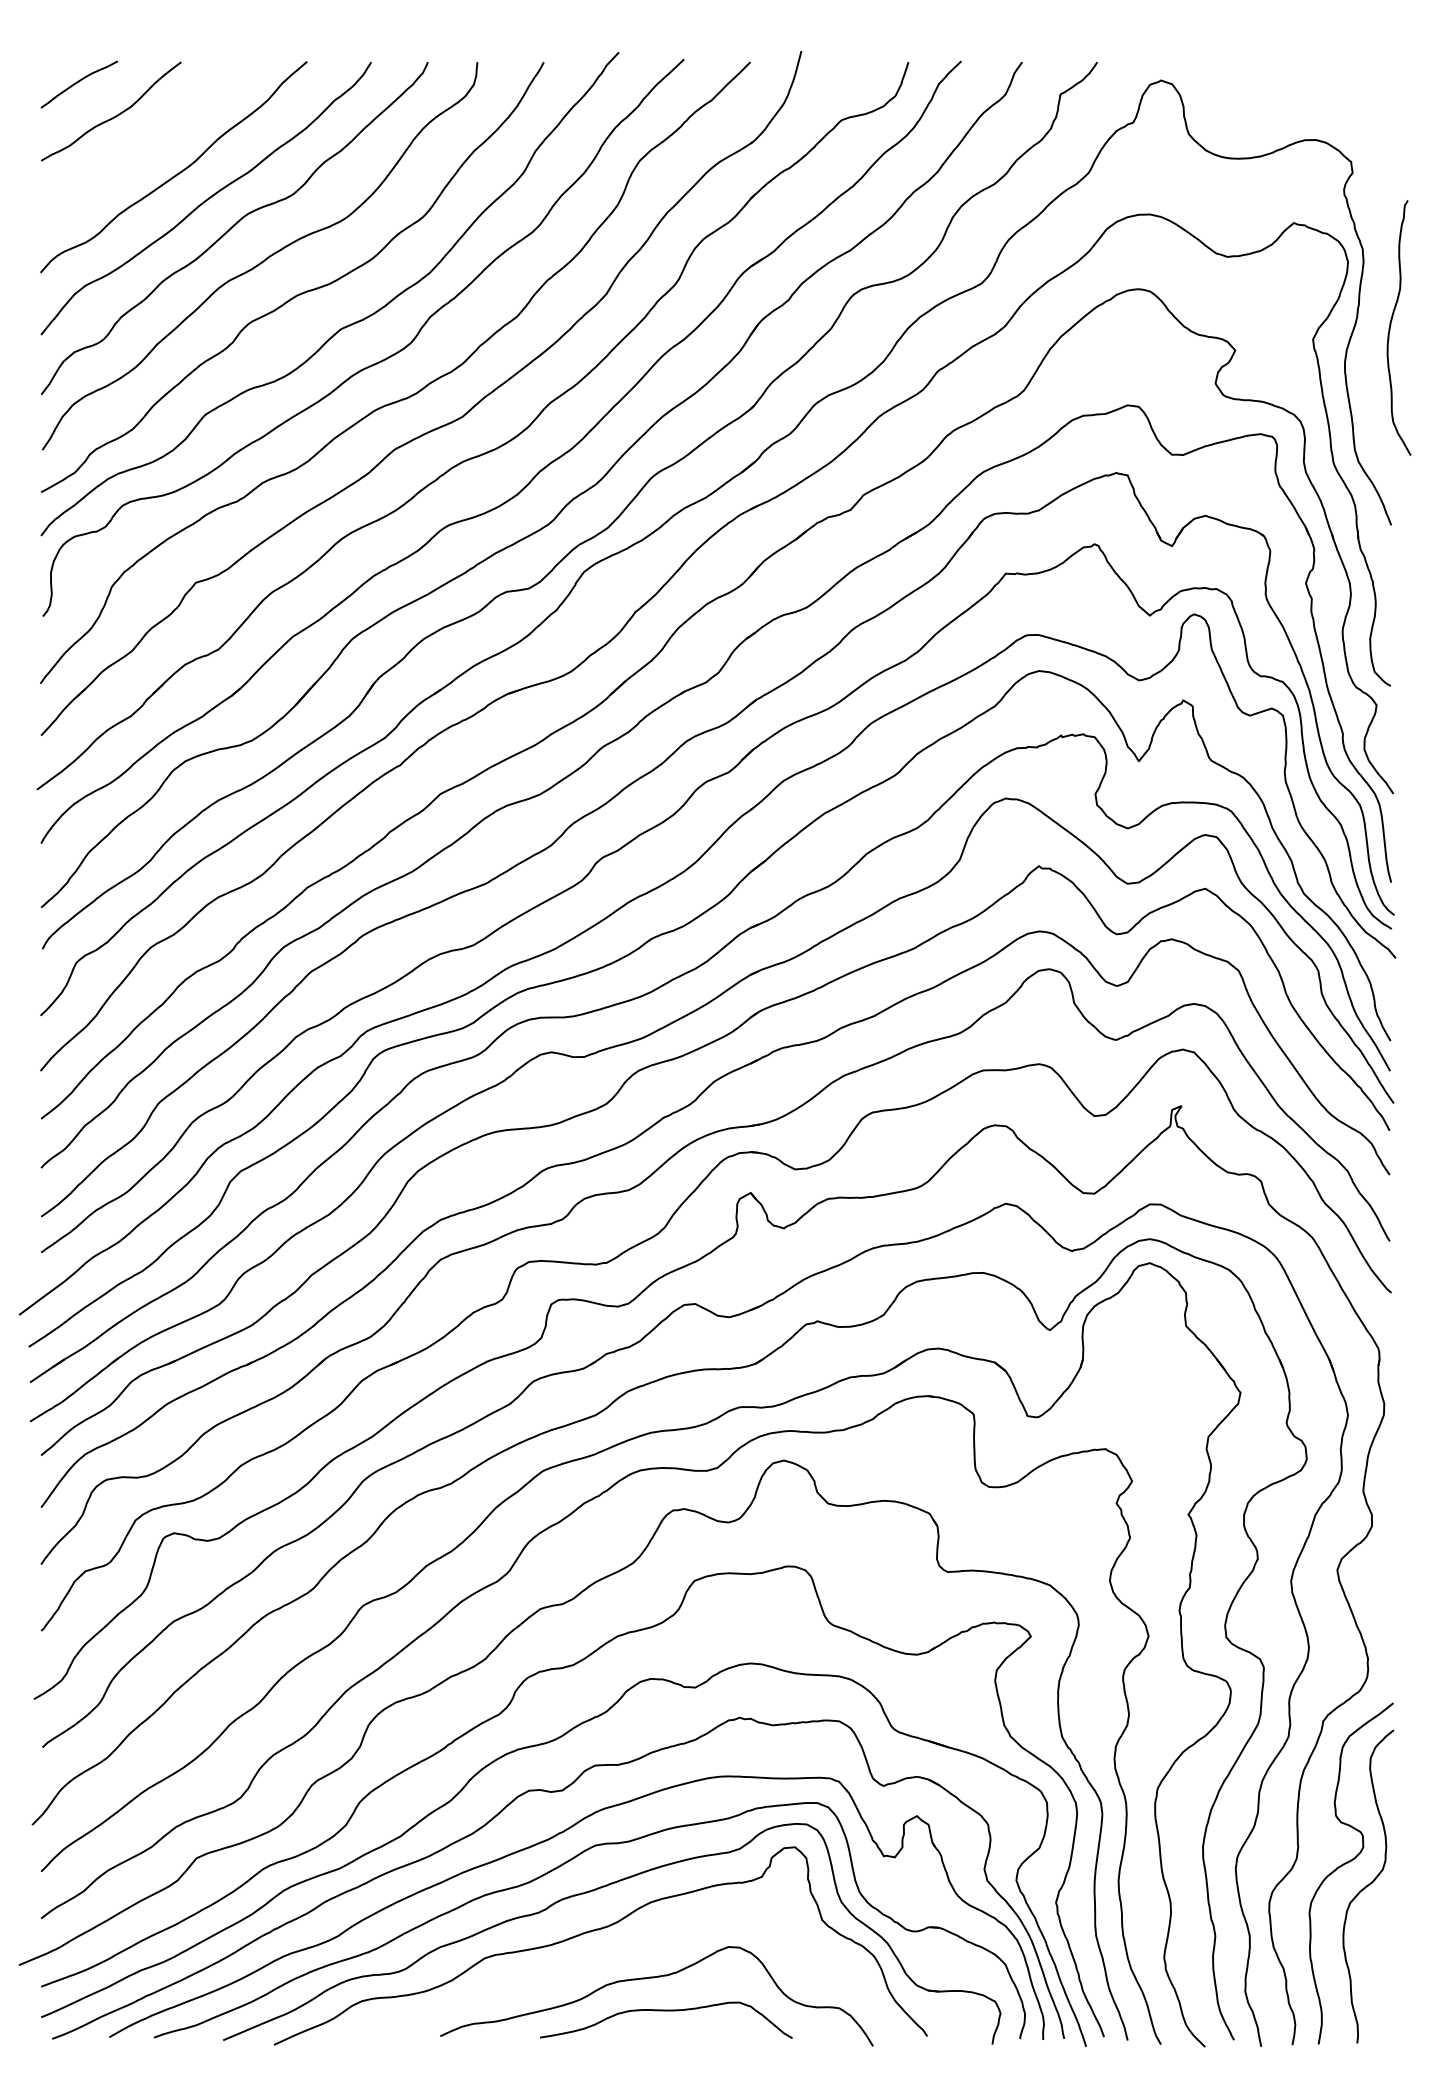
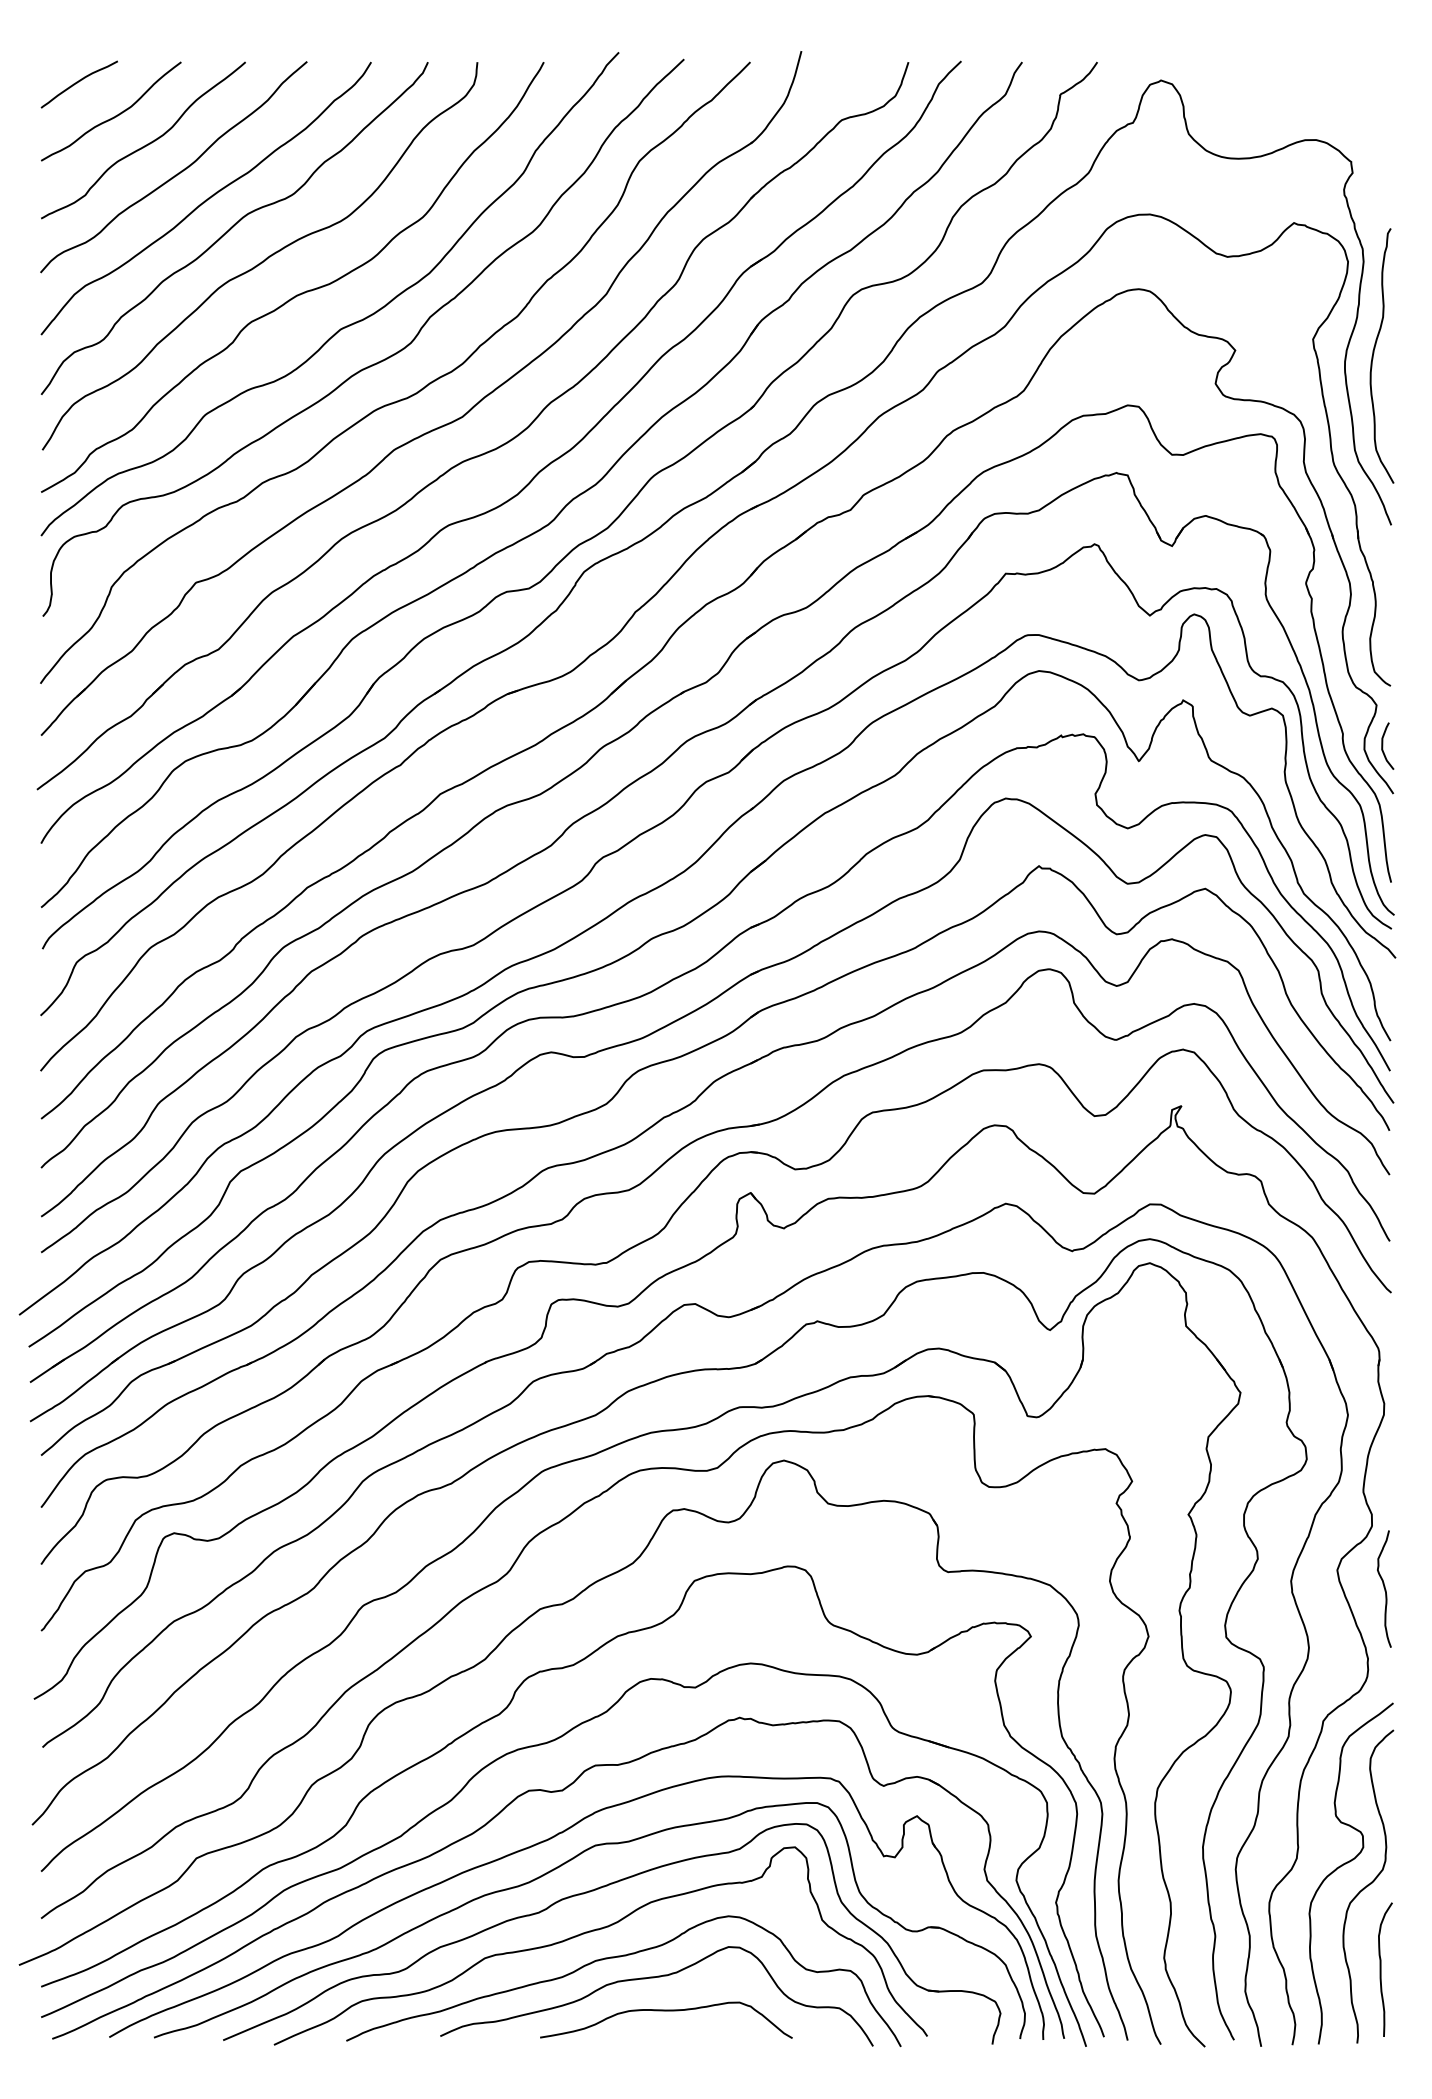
curve at (147, 143): none -> present
curve at (1391, 325) position: (1391, 325) -> (1374, 353)
curve at (1383, 745): none -> present
curve at (1384, 1588): none -> present
curve at (620, 1957): none -> present
curve at (1381, 1969): none -> present
